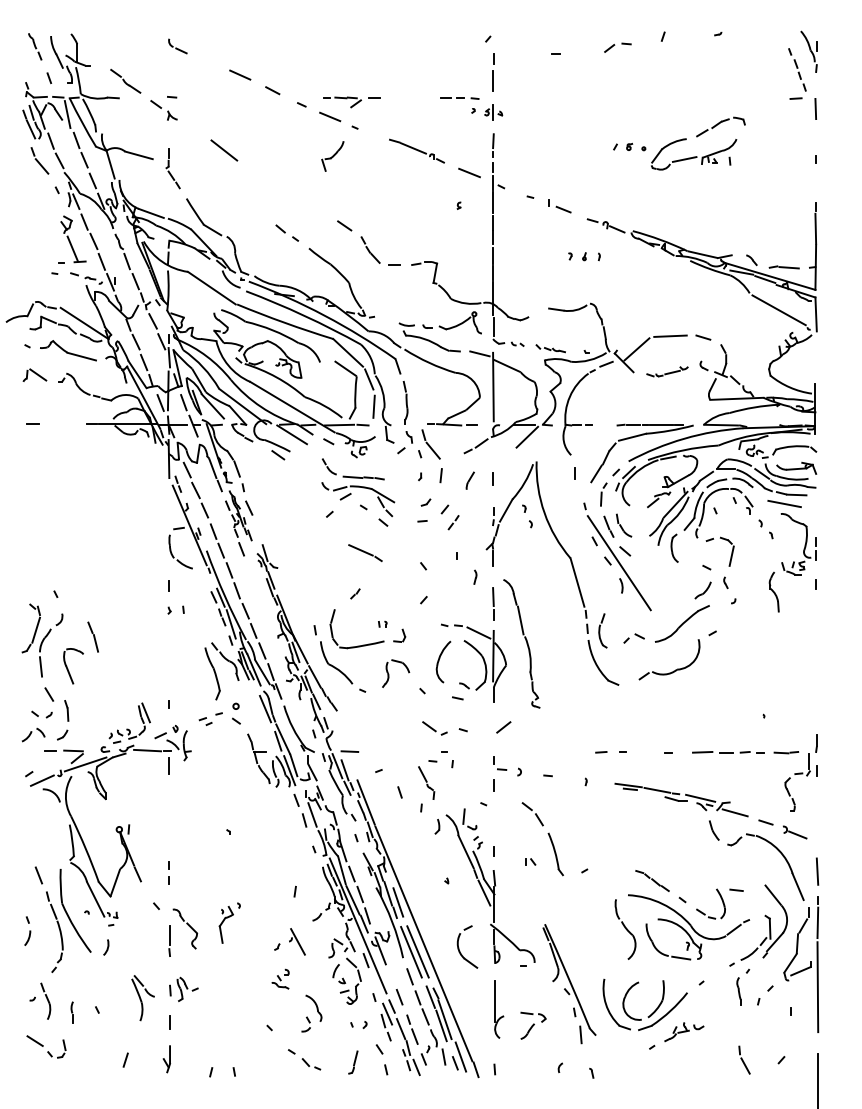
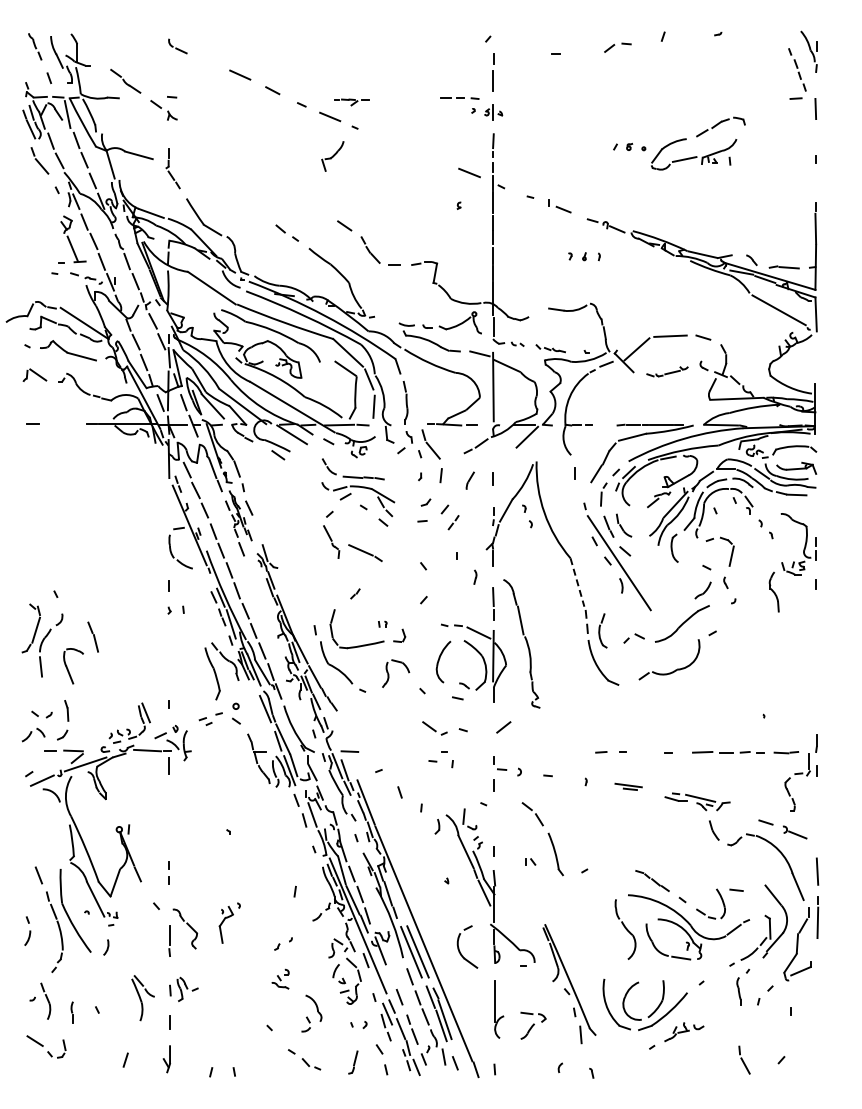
part at (351, 102) size: 58x13 px -> 36x9 px
line at (224, 150): present -> none
part at (416, 150): present -> none
line at (784, 503): present -> none
line at (577, 582): solid -> dashed
line at (49, 694): present -> none
part at (426, 782) position: (426, 782) -> (331, 541)
line at (657, 789): present -> none
line at (734, 812): present -> none
line at (398, 902): present -> none
line at (297, 941): present -> none
line at (817, 987): present -> none
line at (460, 1056): present -> none
line at (818, 1079): present -> none
